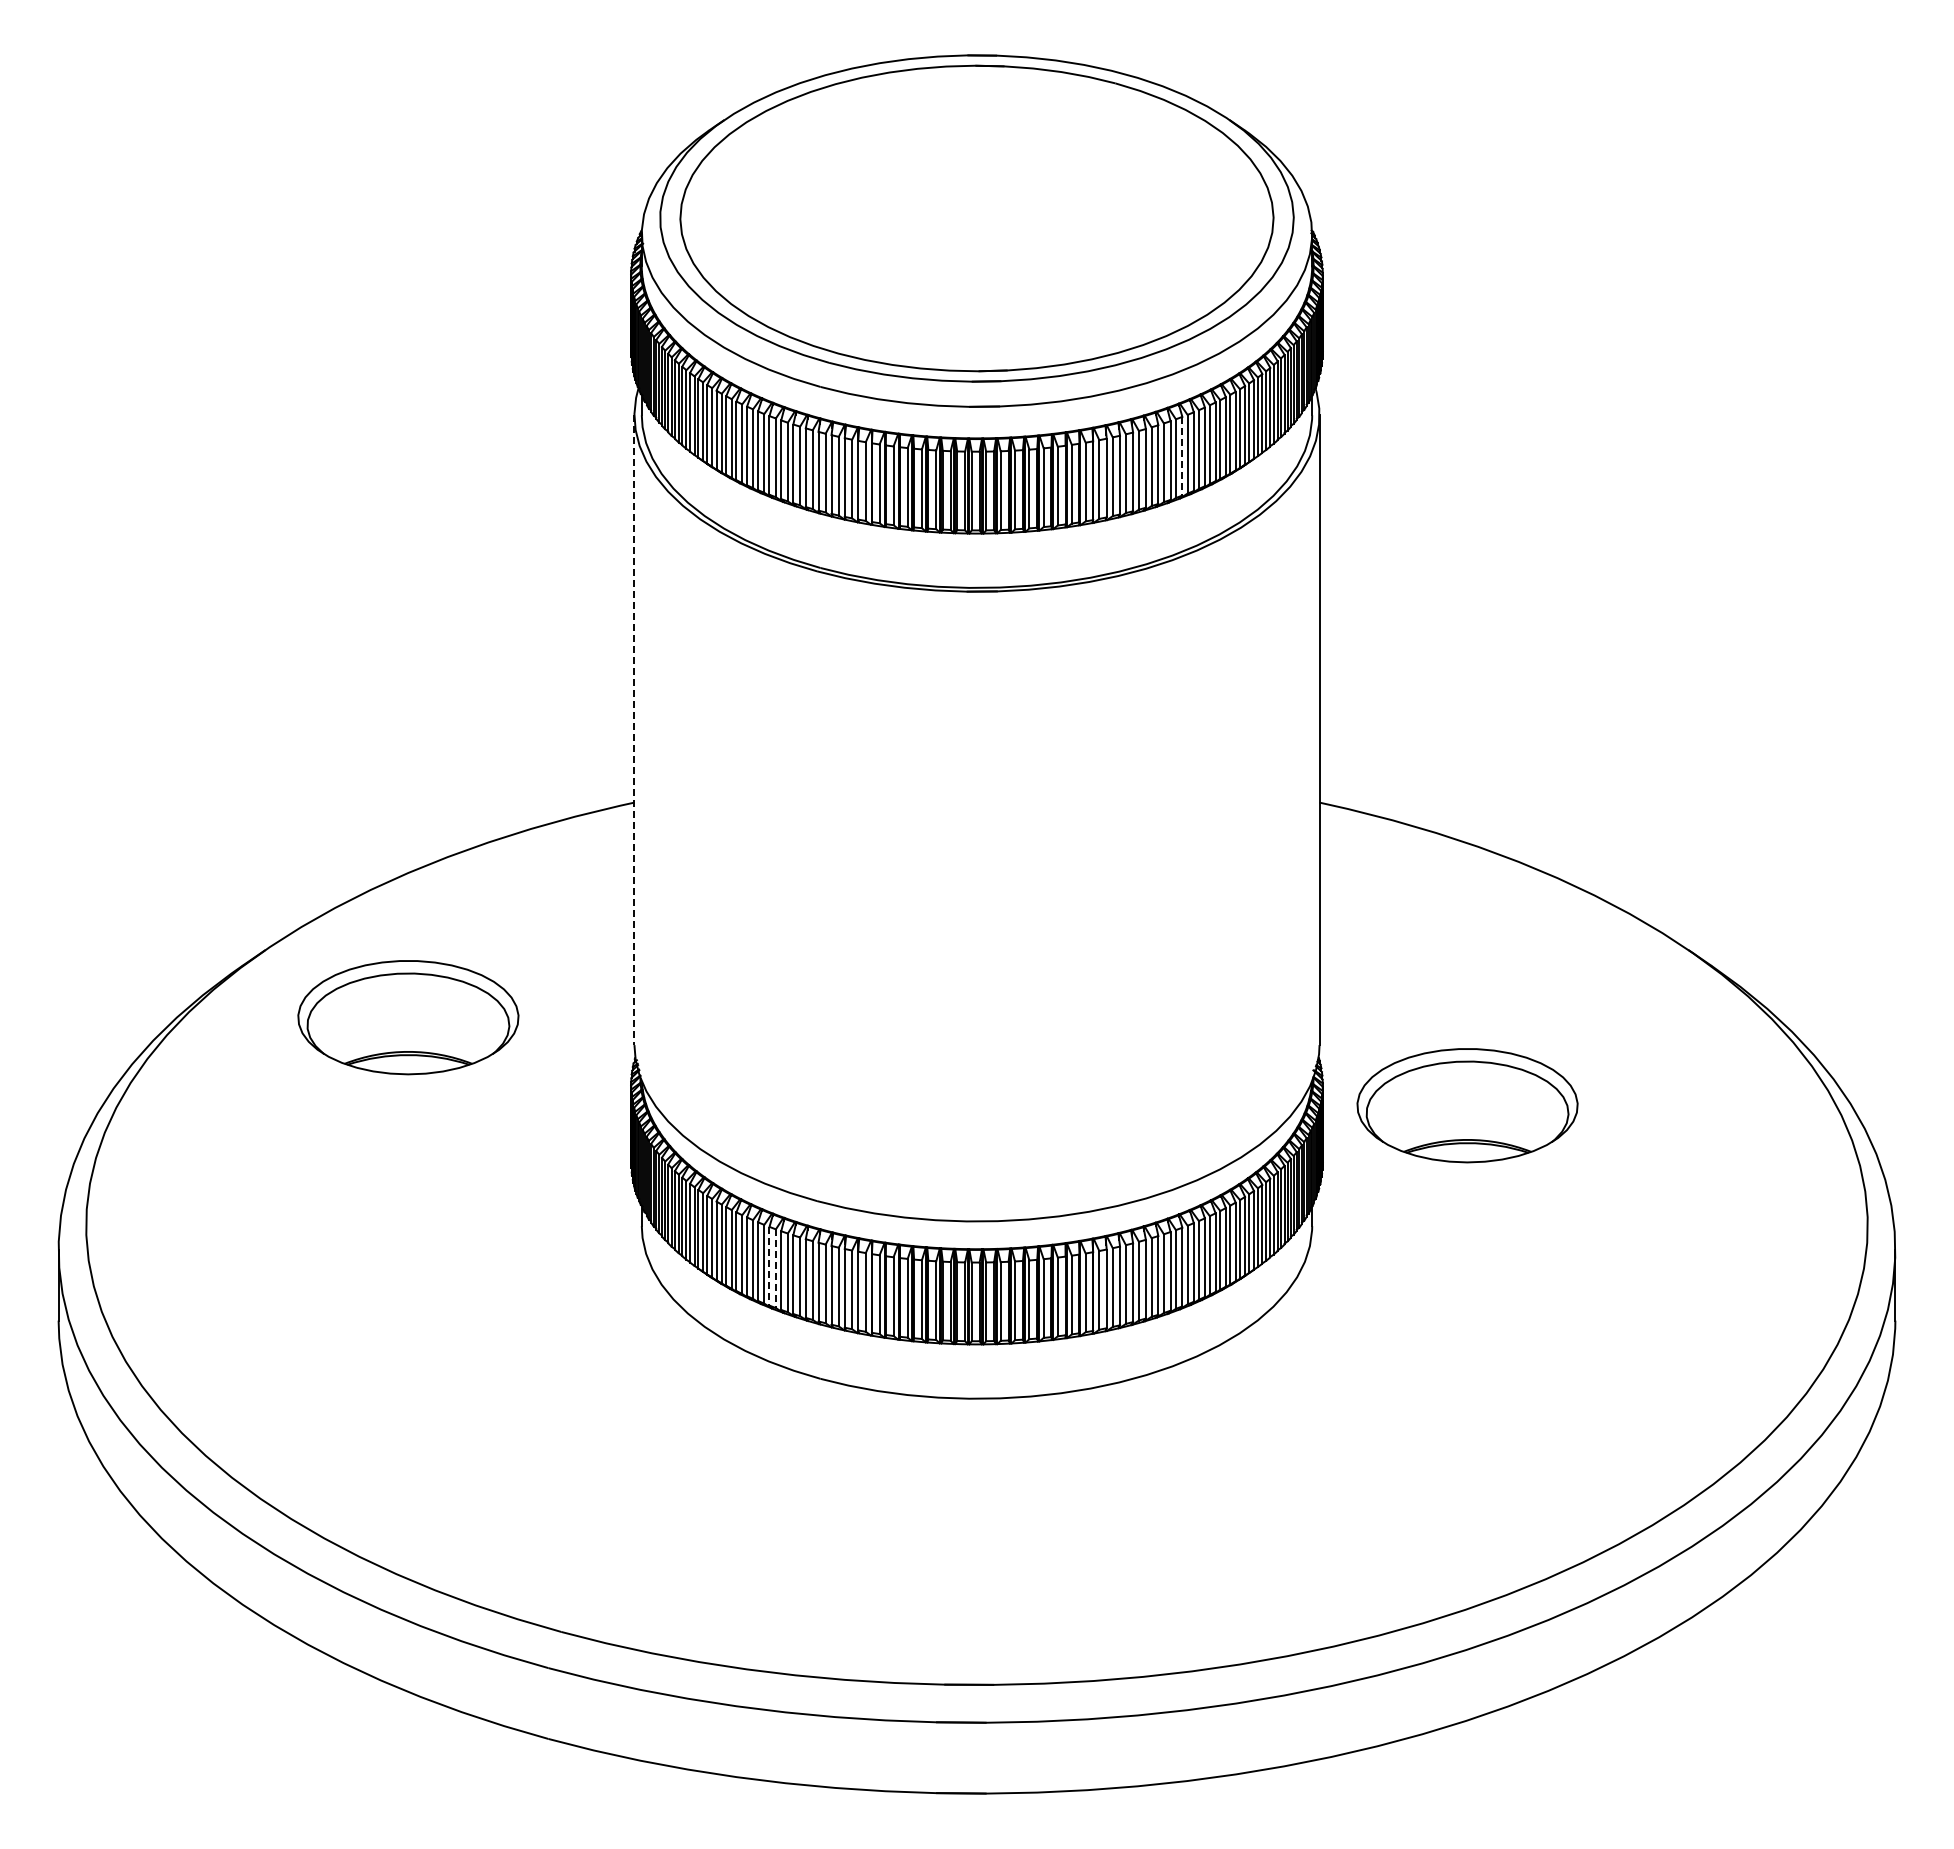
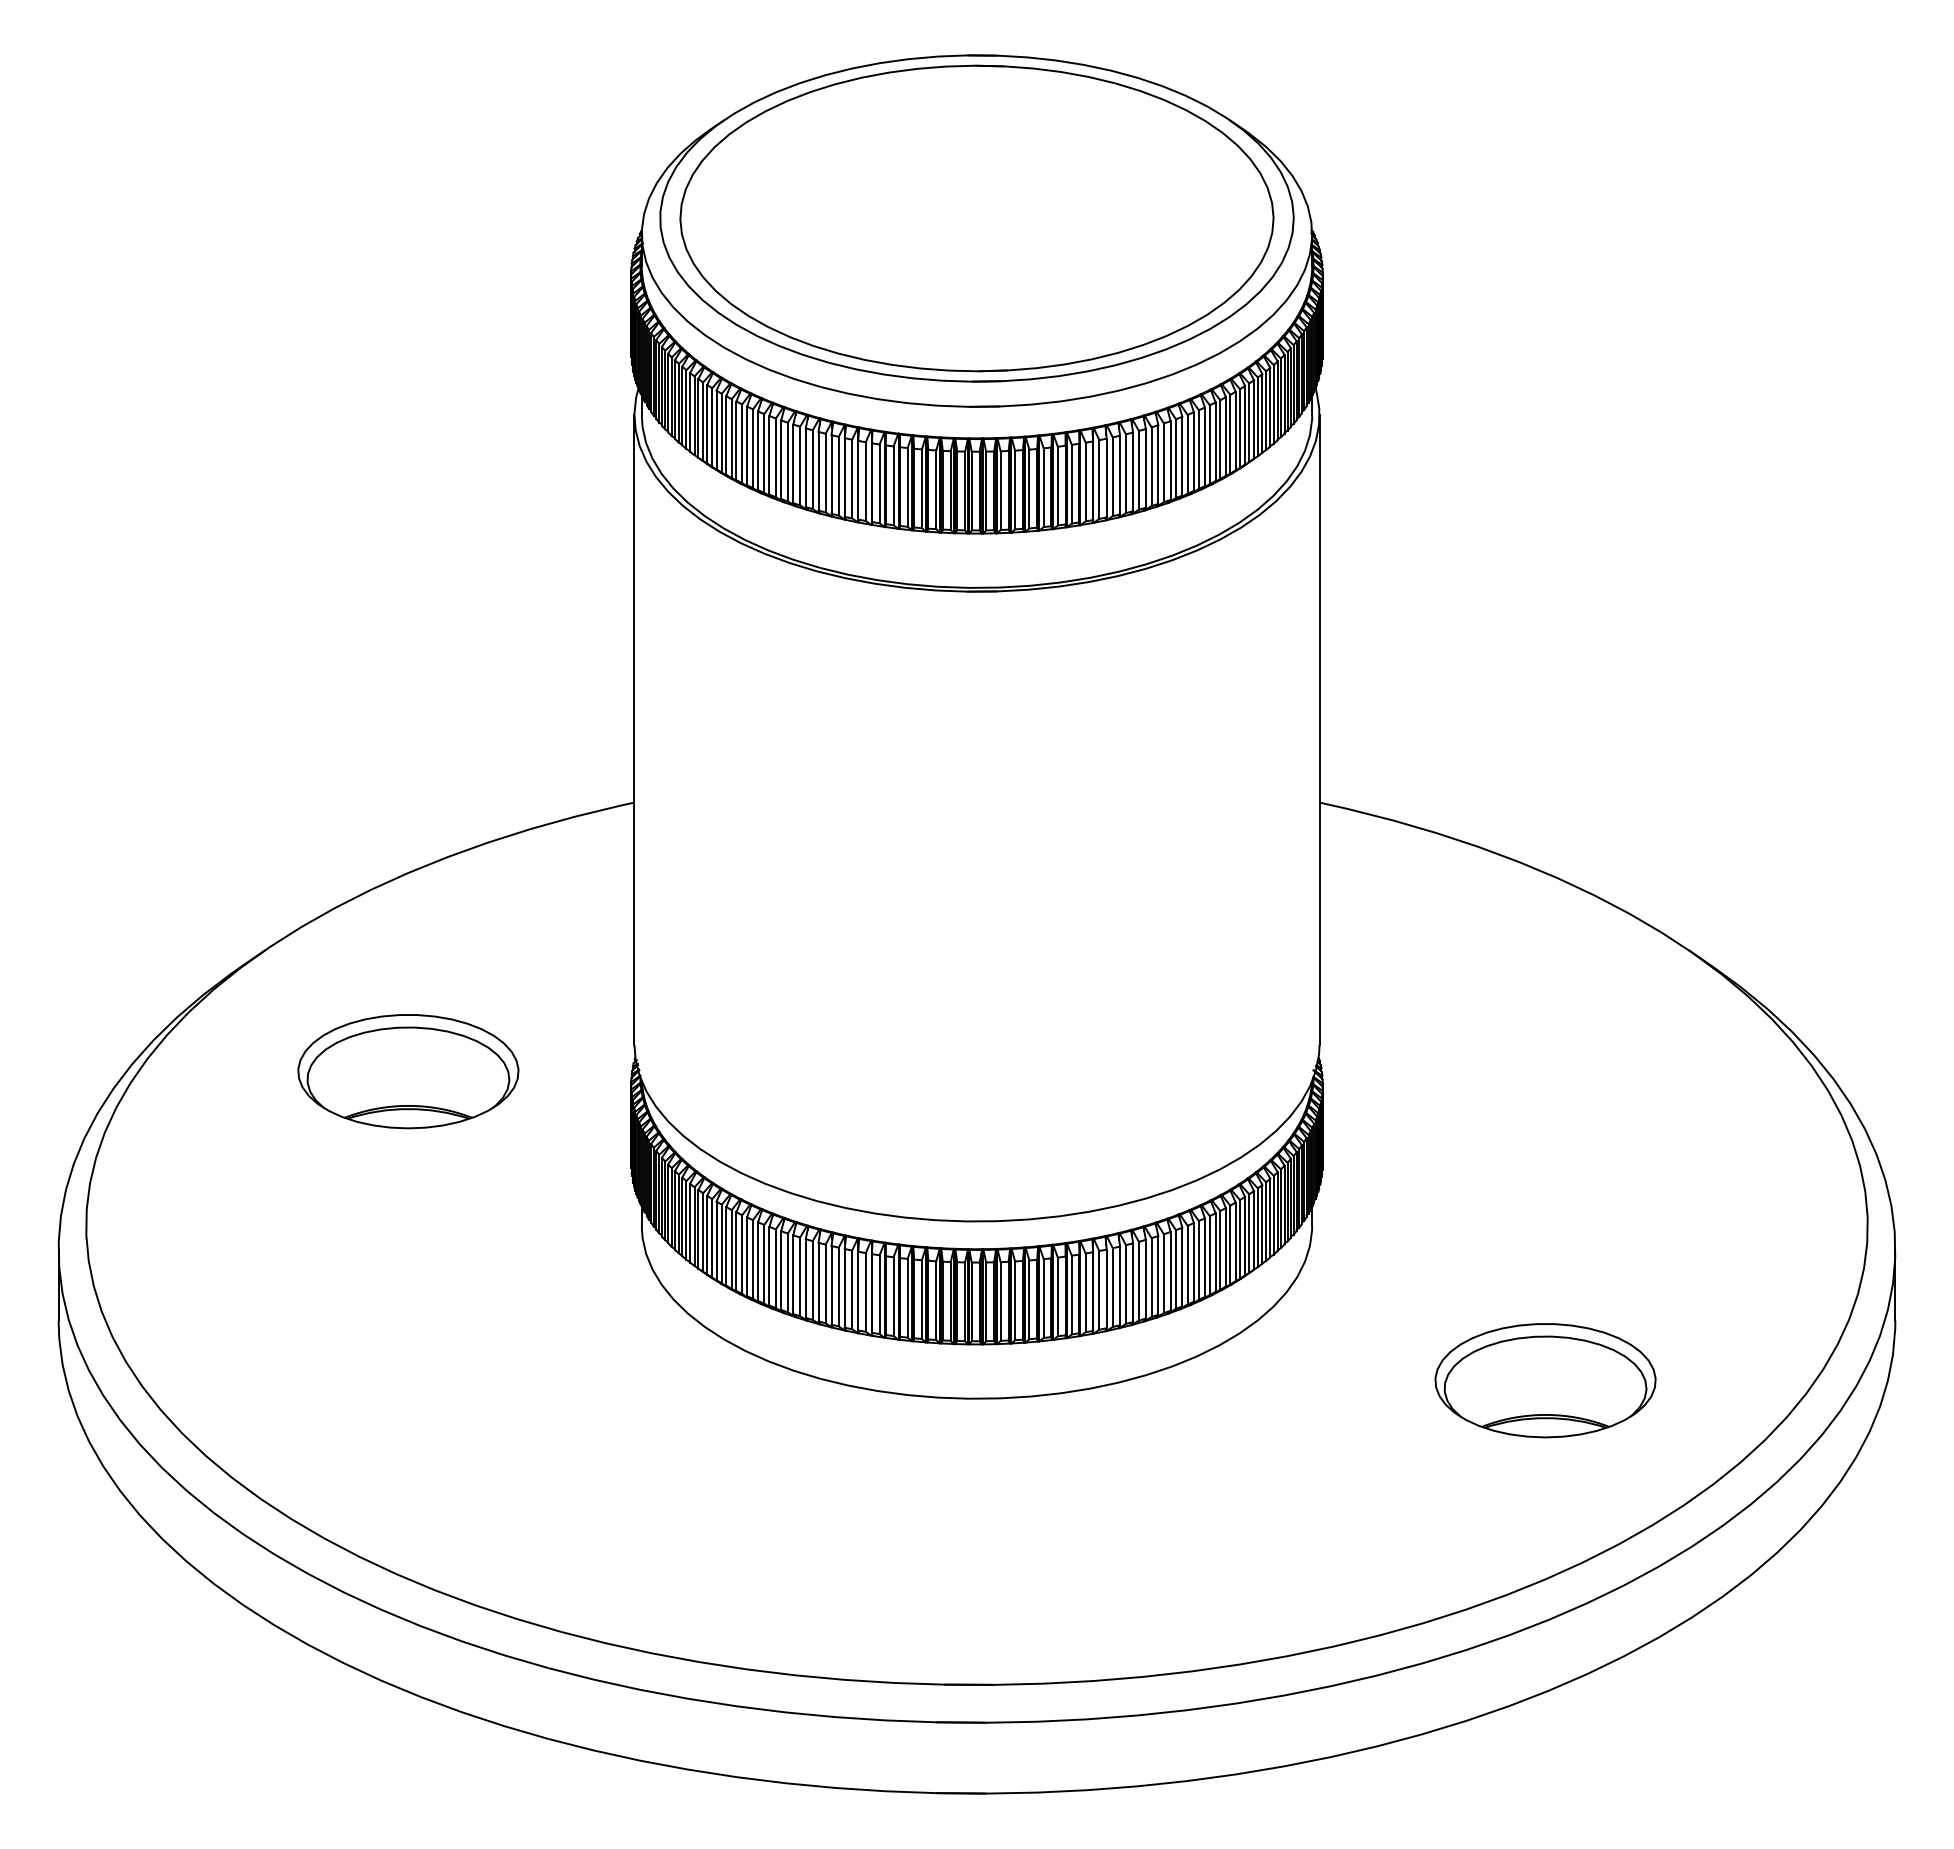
line at (1182, 456): dashed -> solid
line at (634, 730): dashed -> solid
part at (408, 1017) position: (408, 1017) -> (408, 1071)
part at (1467, 1105) position: (1467, 1105) -> (1545, 1380)
line at (769, 1266): dashed -> solid
line at (775, 1269): dashed -> solid
